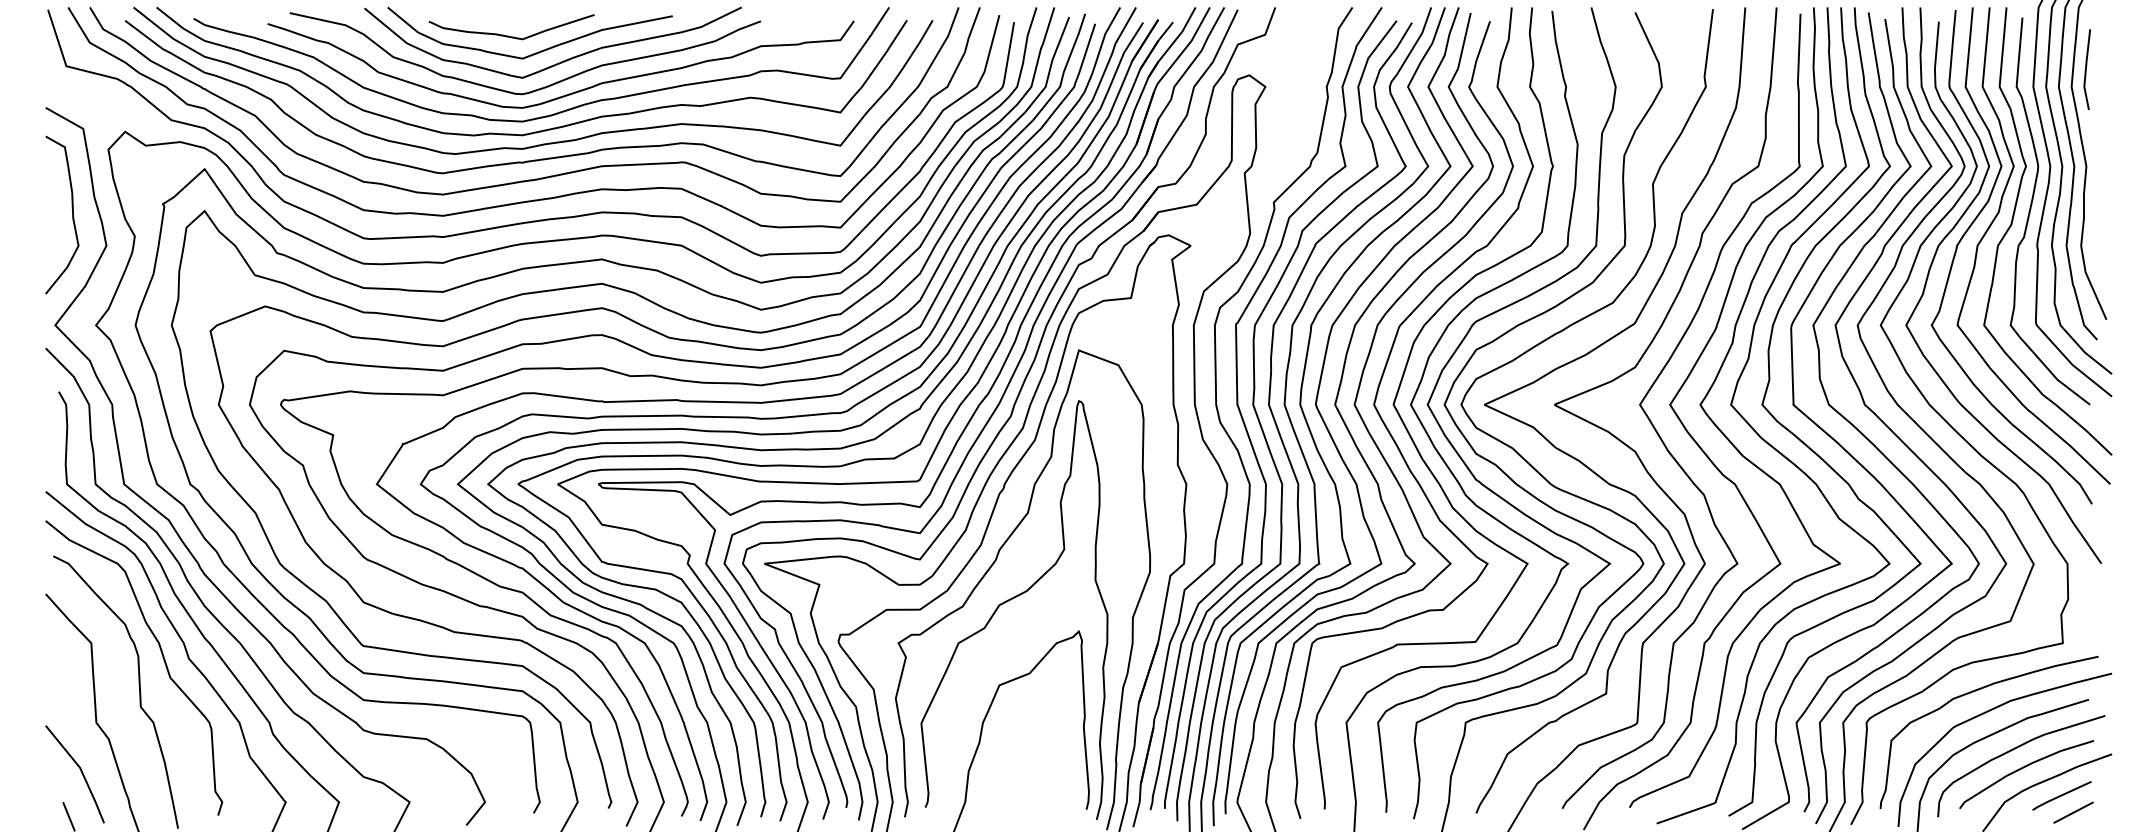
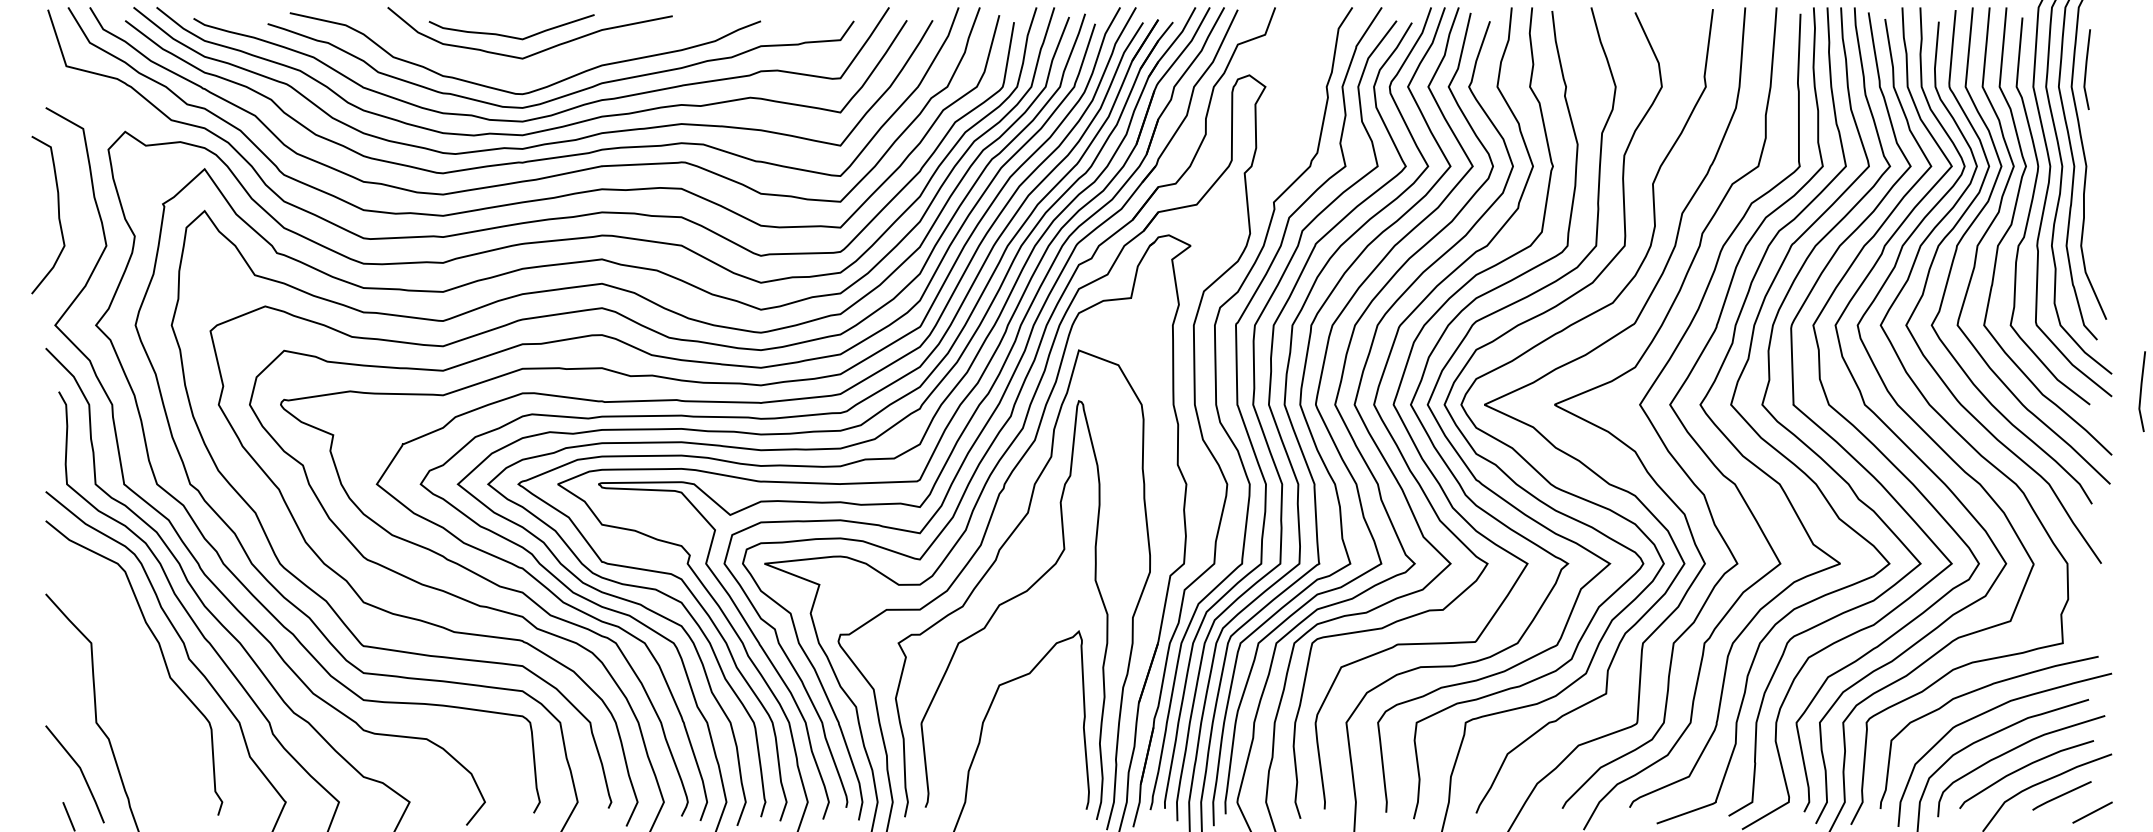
curve at (558, 62): present -> none
curve at (72, 214) position: (72, 214) -> (58, 214)
line at (2141, 391): none -> present
curve at (138, 685): present -> none
line at (2073, 812) position: (2073, 812) -> (2092, 812)
